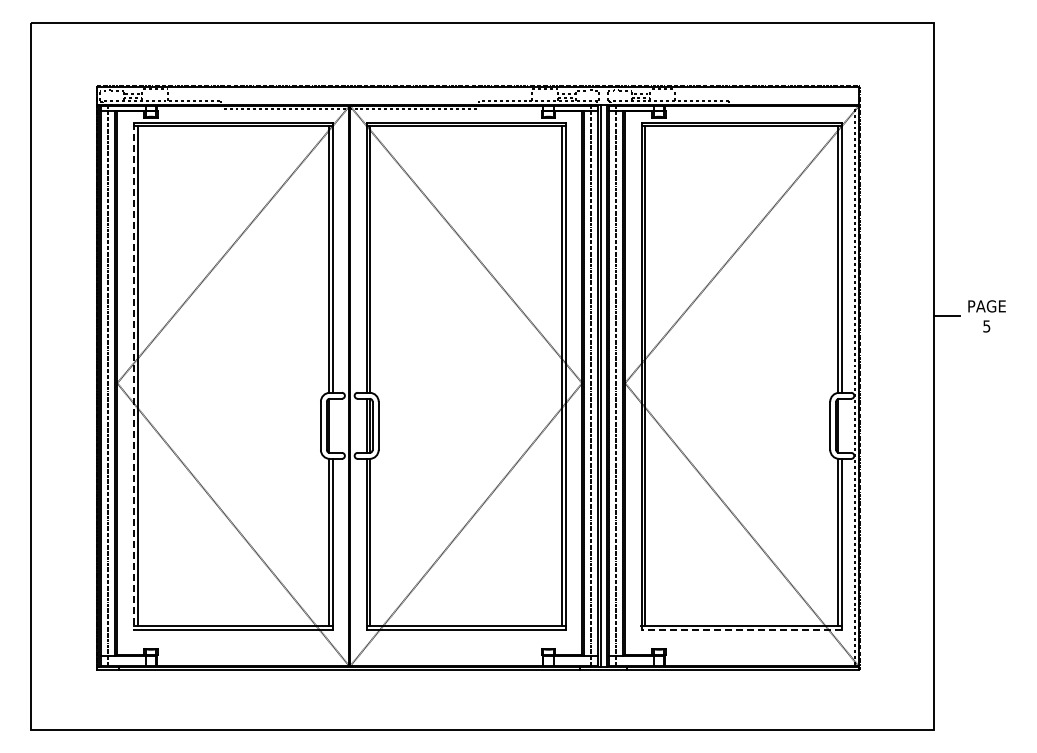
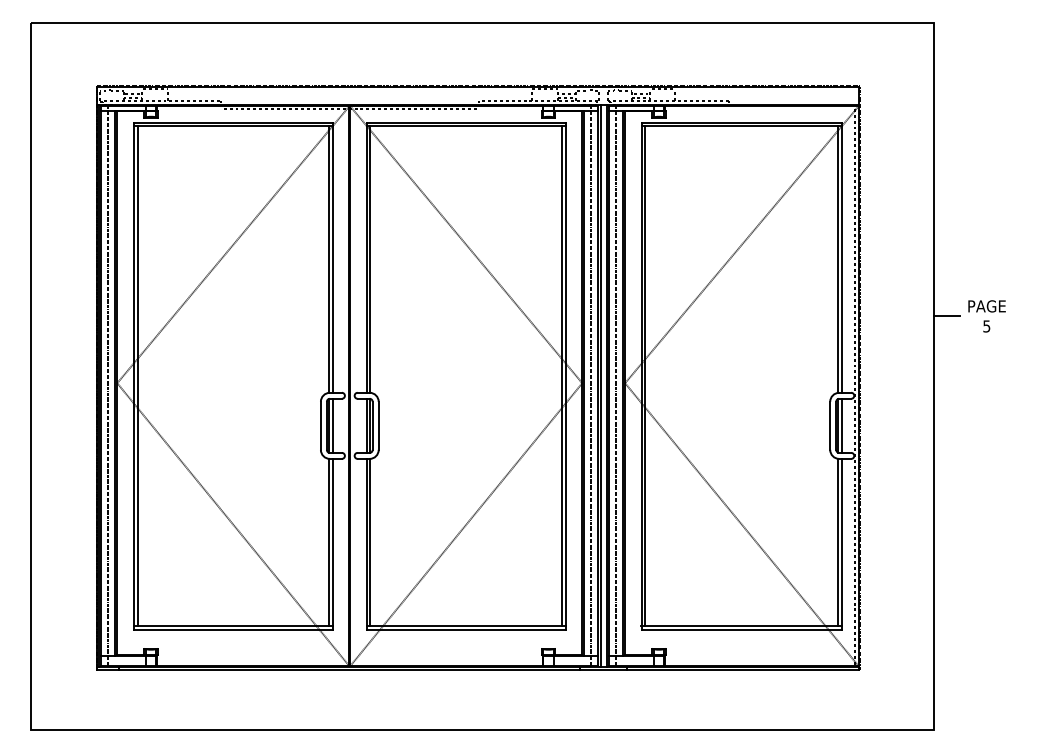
line at (133, 376): dashed -> solid
line at (332, 425): none -> present
line at (842, 425): none -> present
line at (741, 630): dashed -> solid
